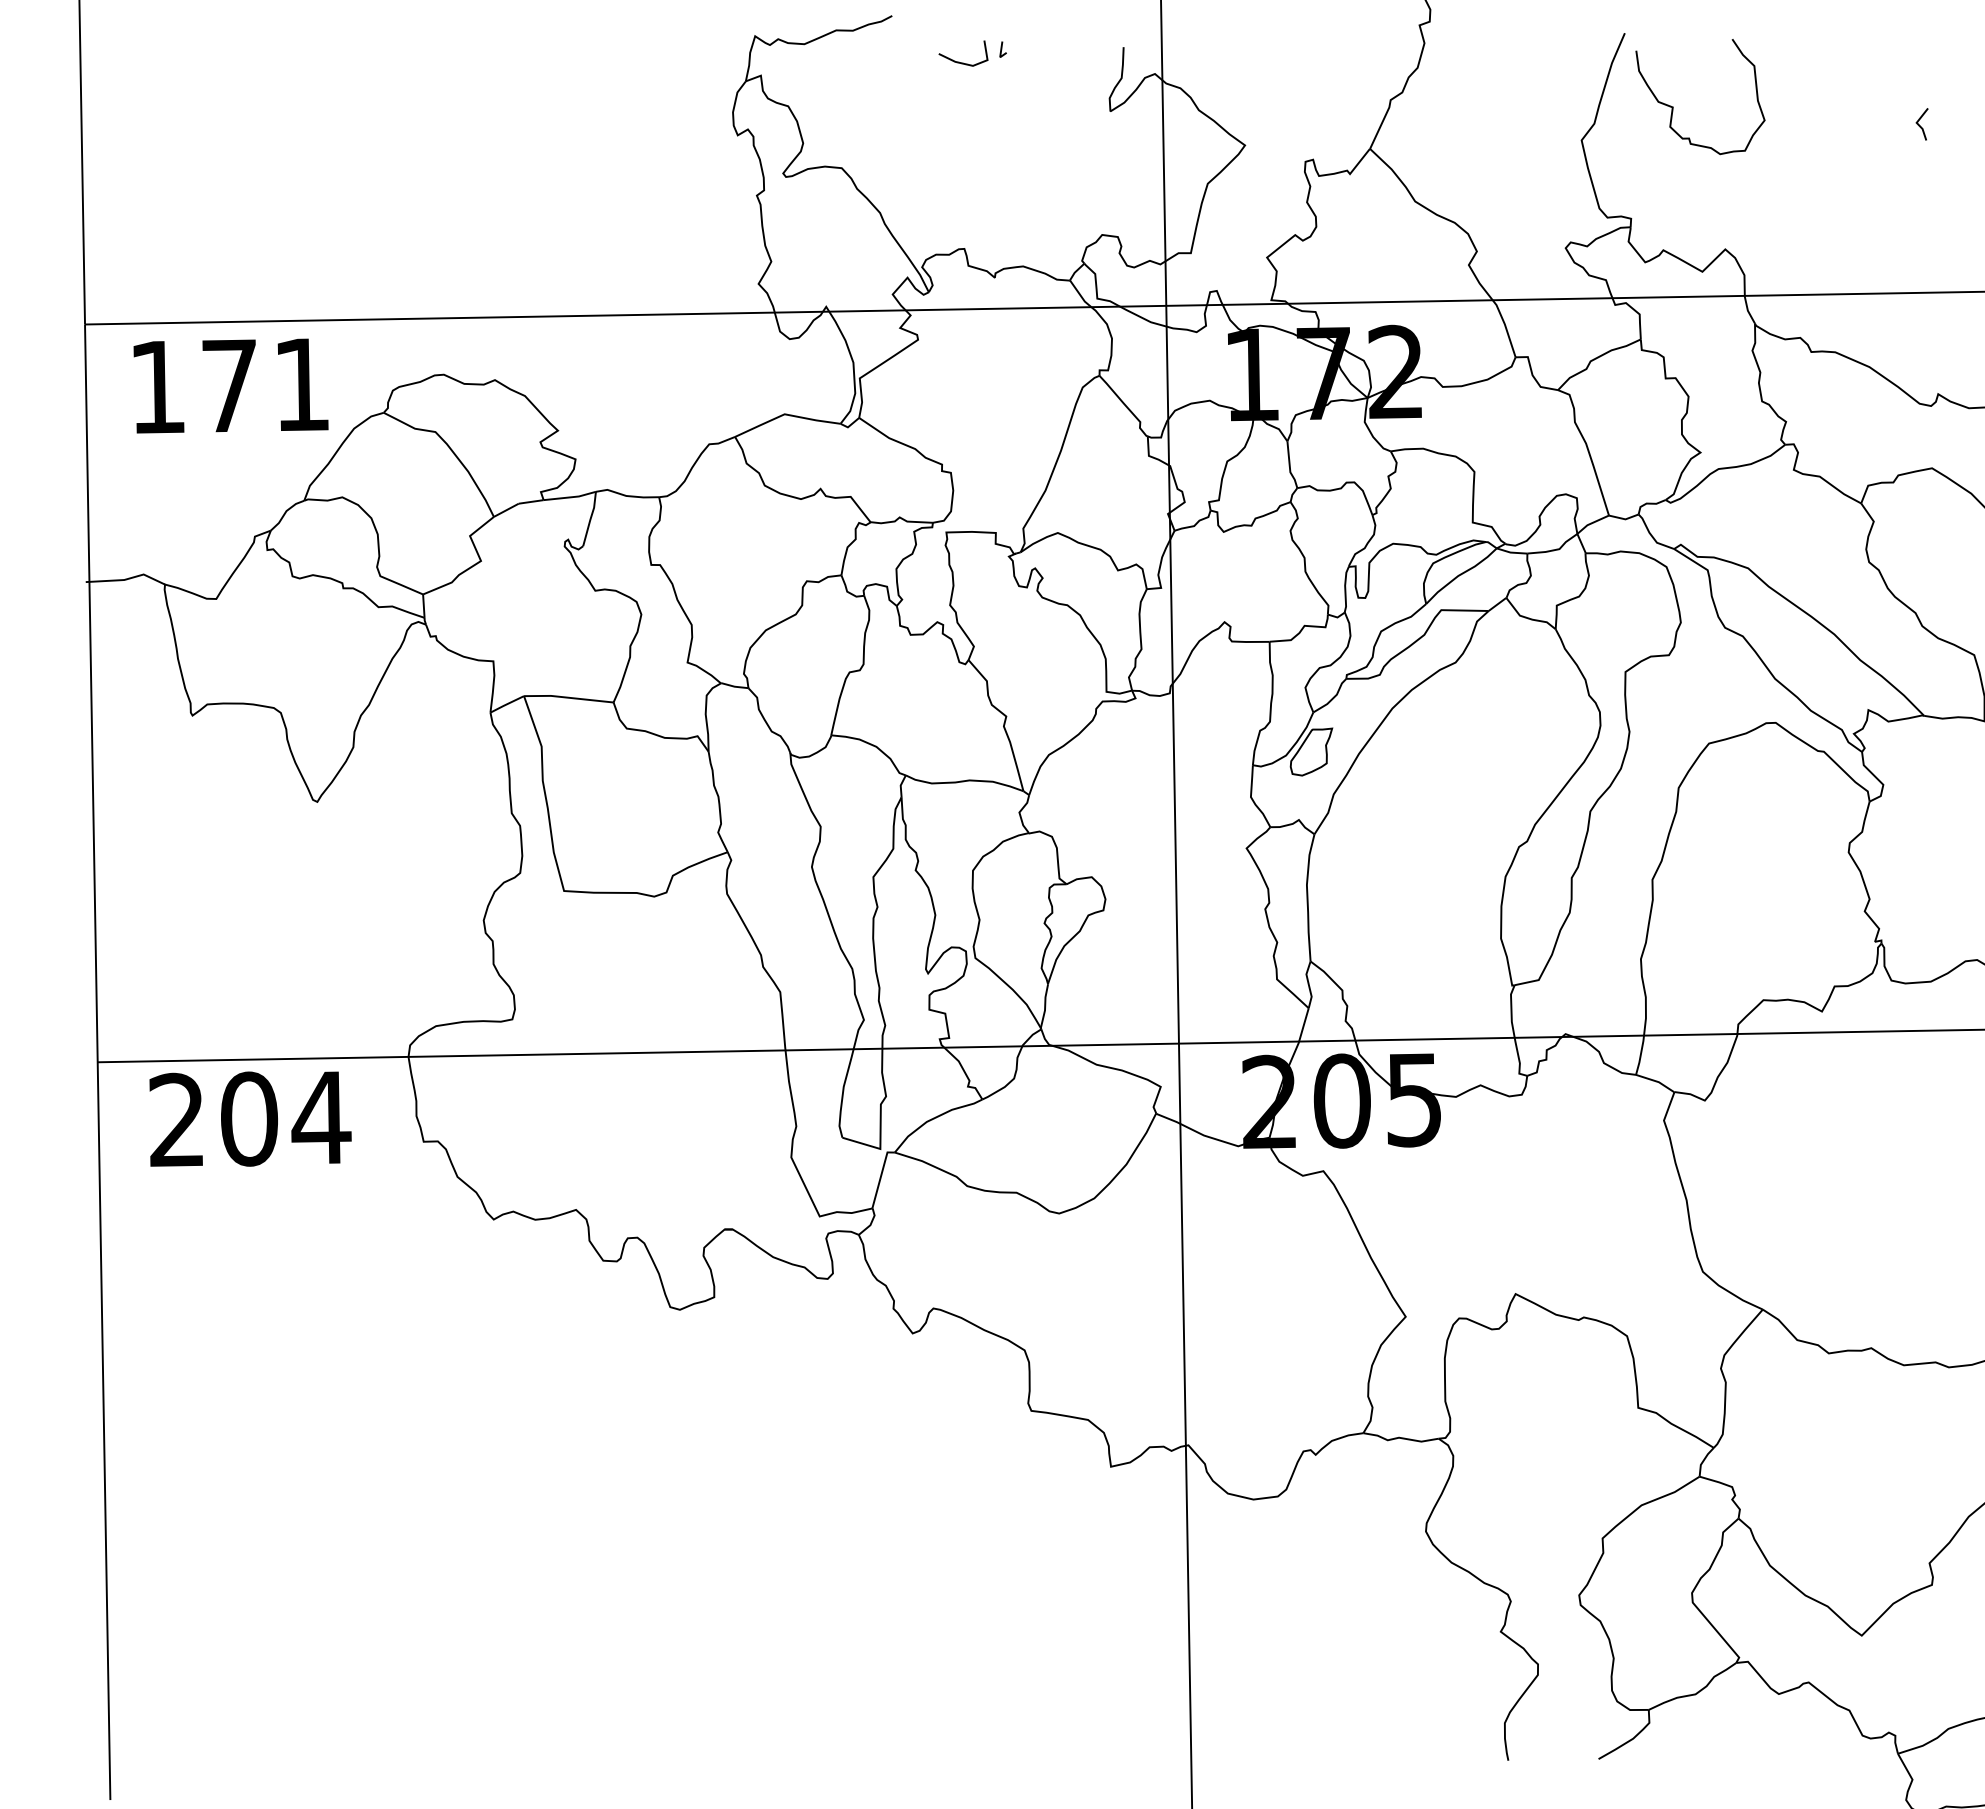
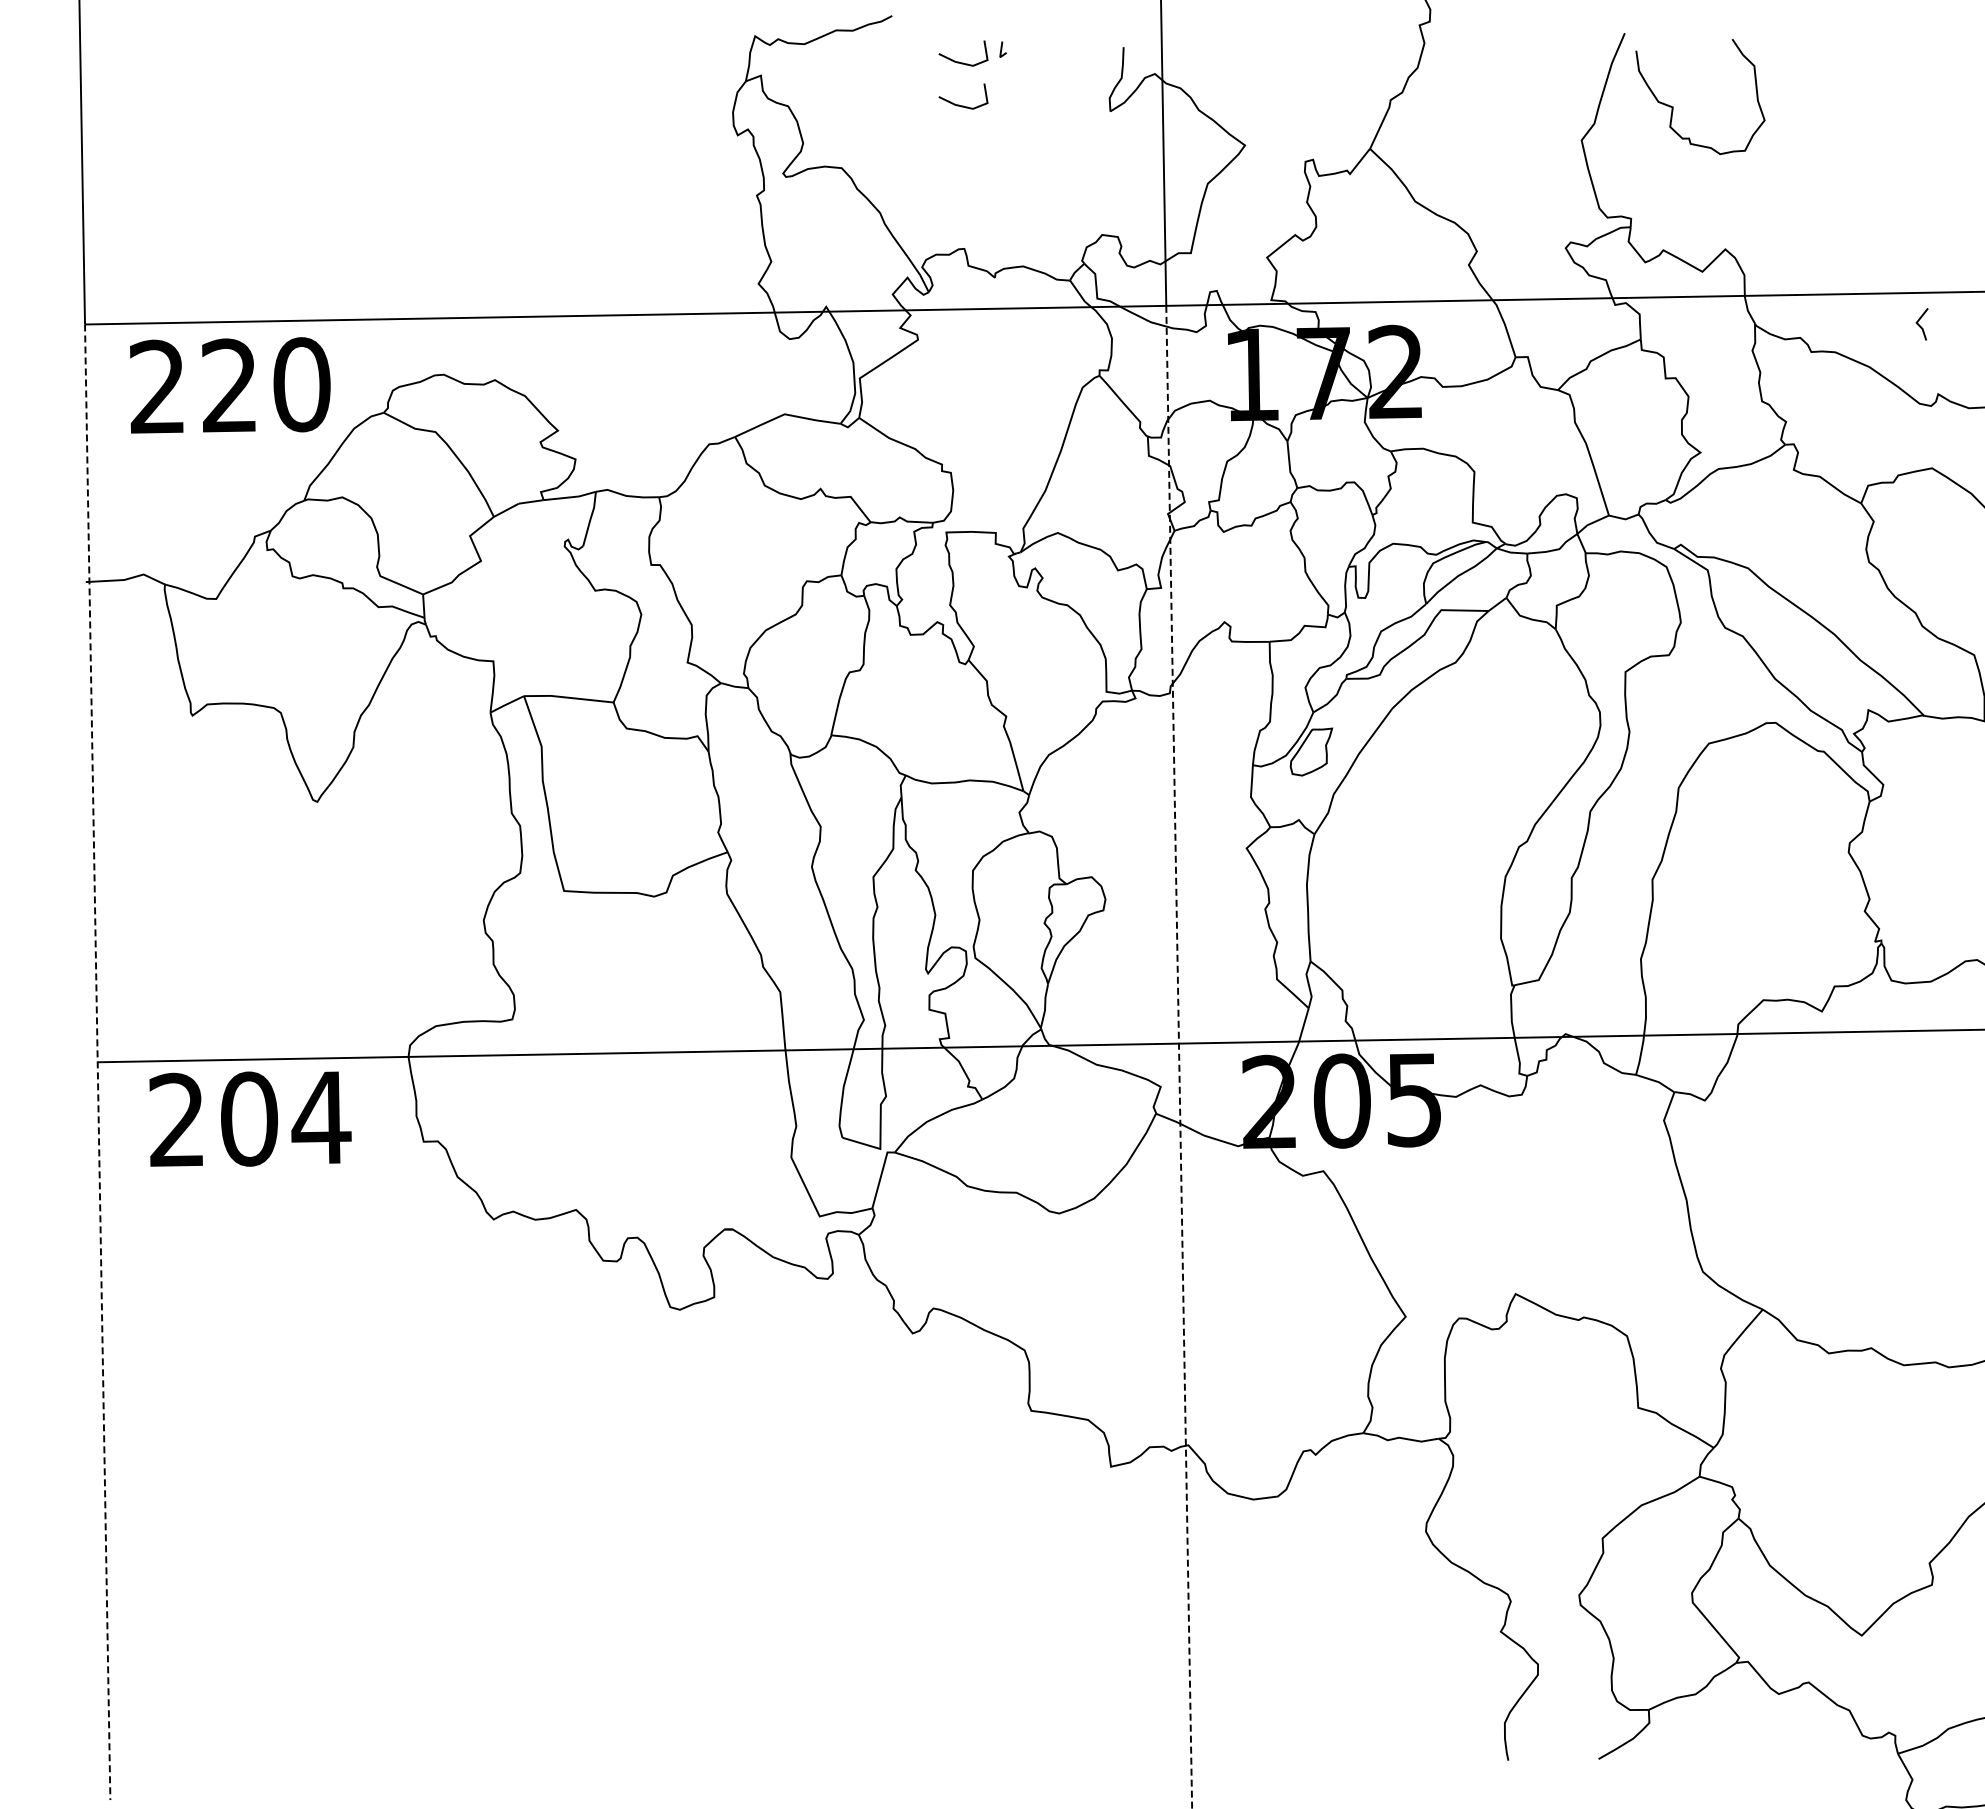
line at (959, 104): none -> present
line at (1920, 125) position: (1920, 125) -> (1920, 325)
text at (230, 385): 171 -> 220
line at (1179, 1057): solid -> dashed
line at (97, 1062): solid -> dashed
